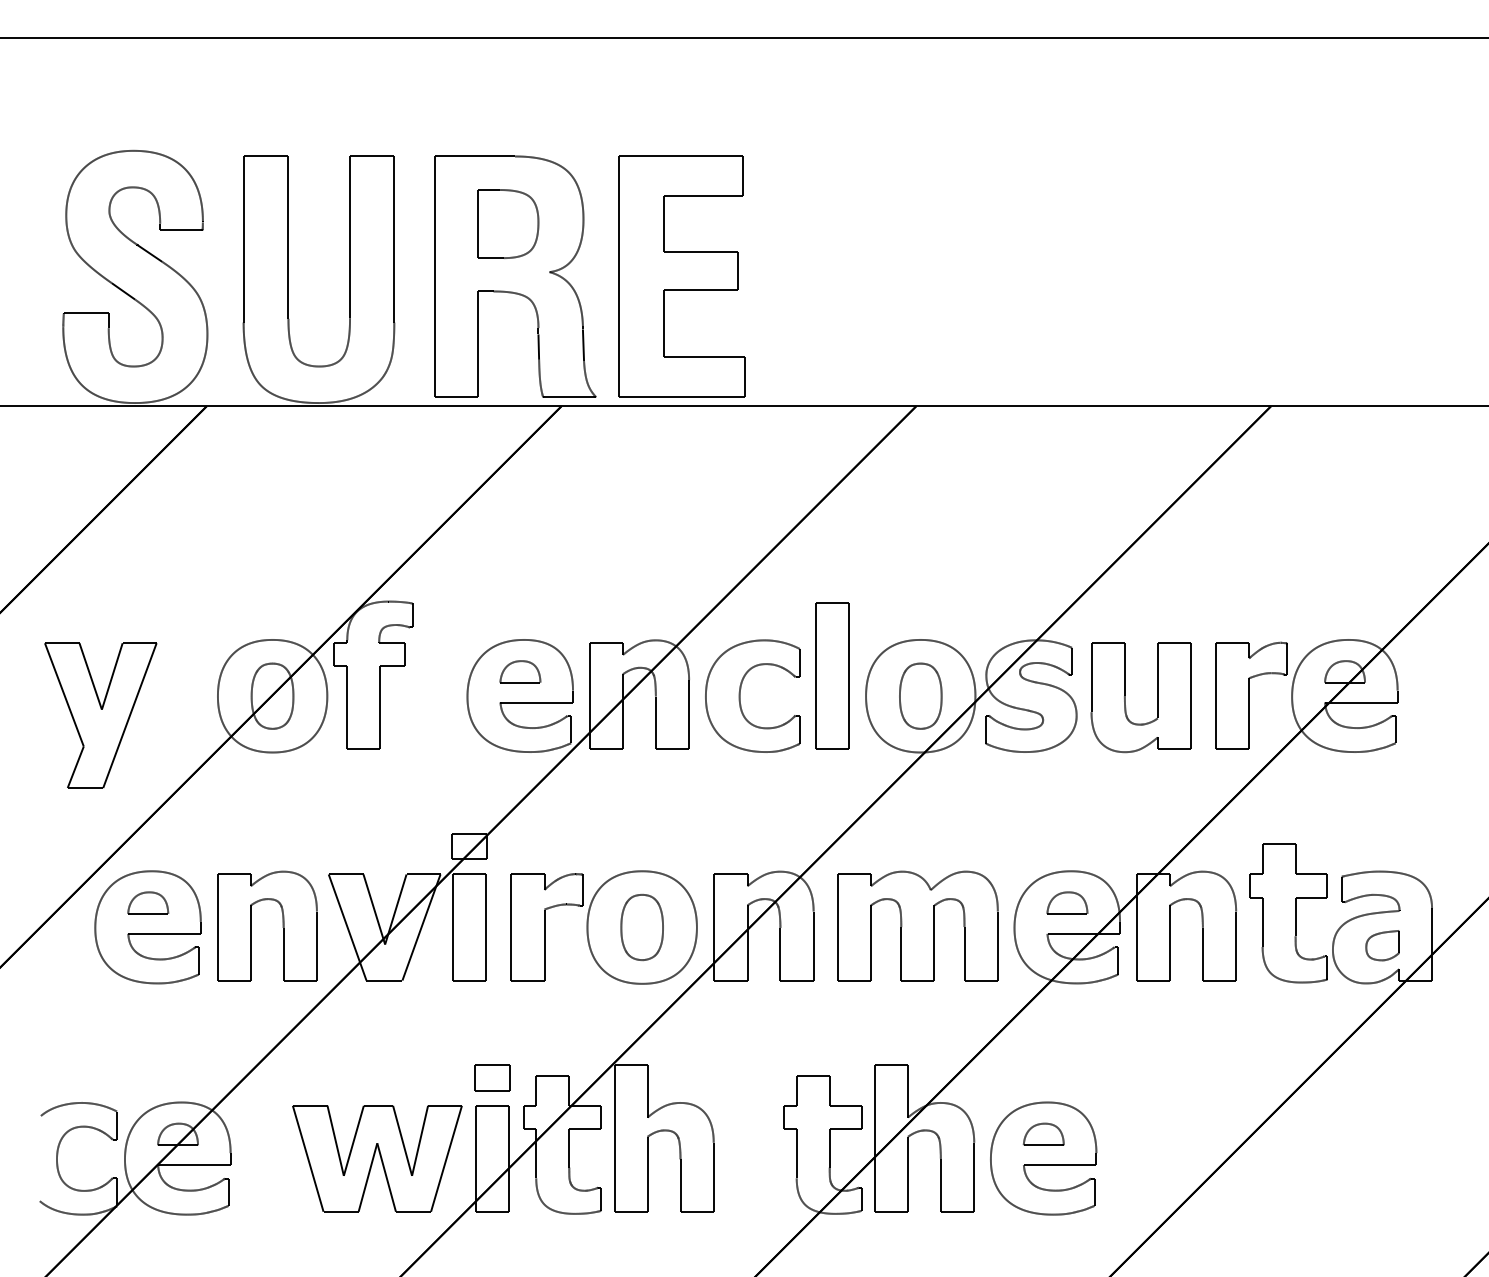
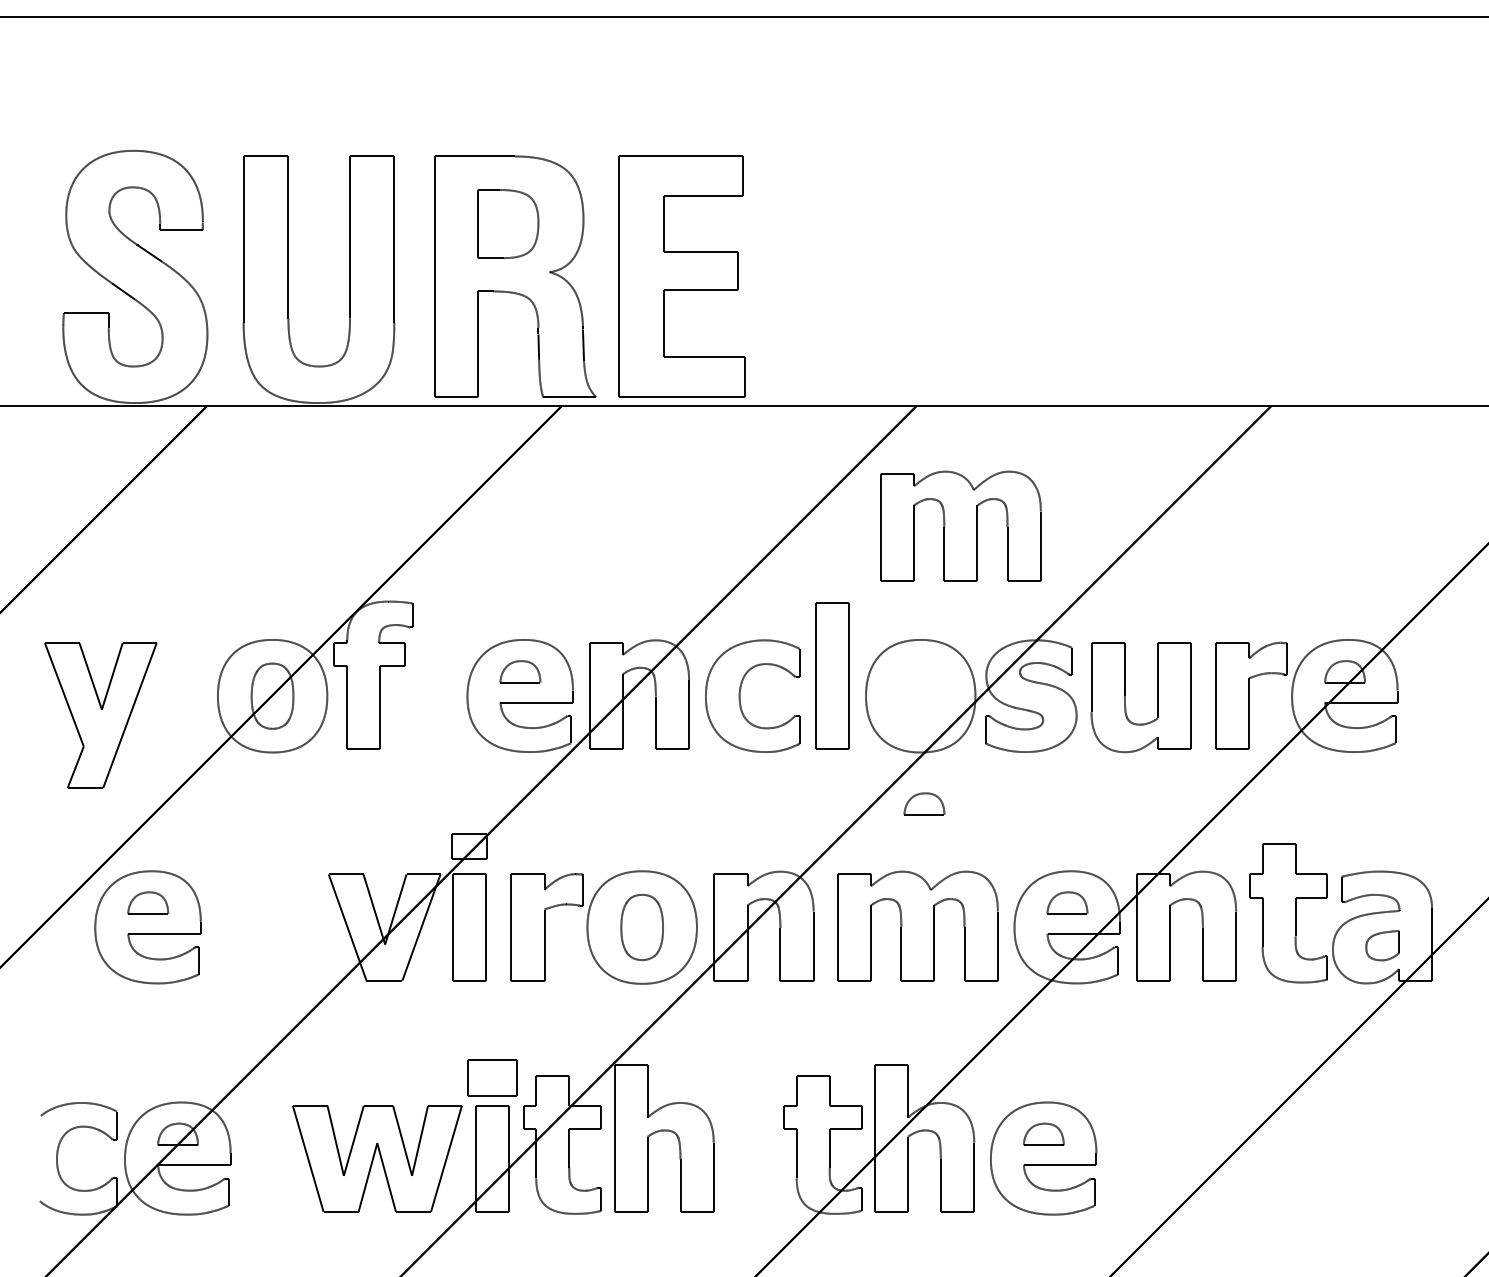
line at (743, 38) position: (743, 38) -> (743, 17)
part at (960, 525): none -> present
part at (920, 695): present -> none
part at (924, 803): none -> present
part at (282, 925): present -> none
part at (492, 1077) size: 37x28 px -> 51x38 px
